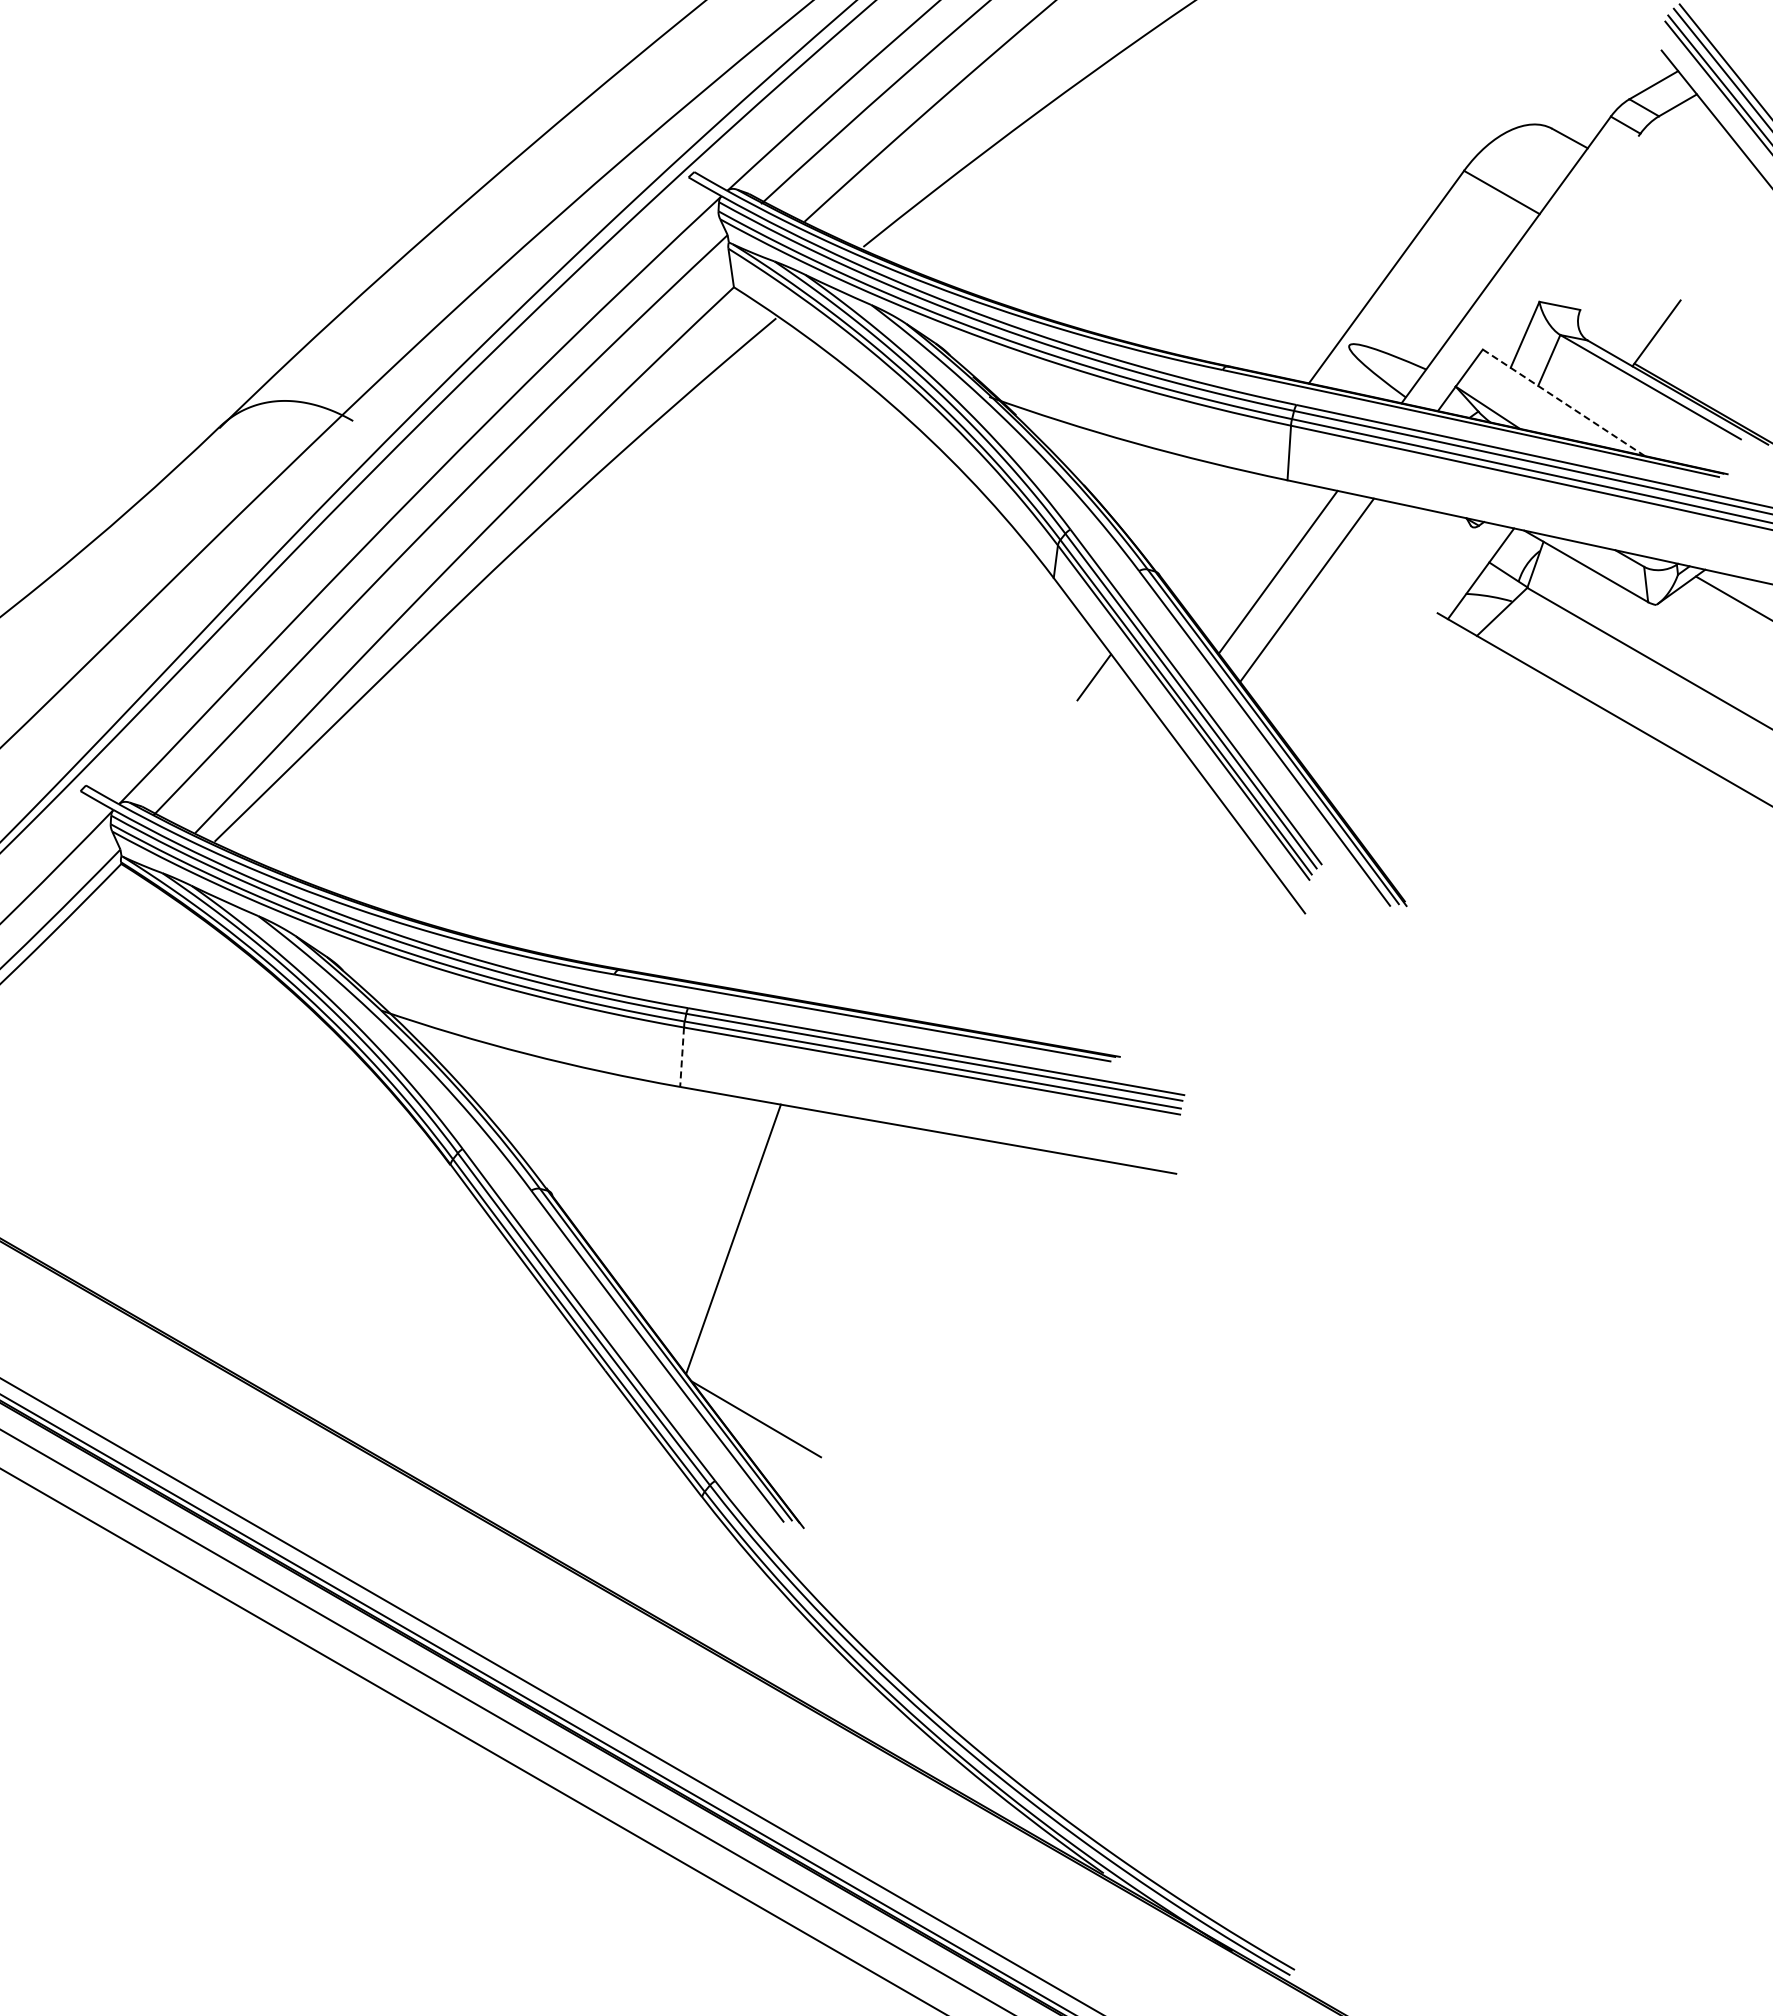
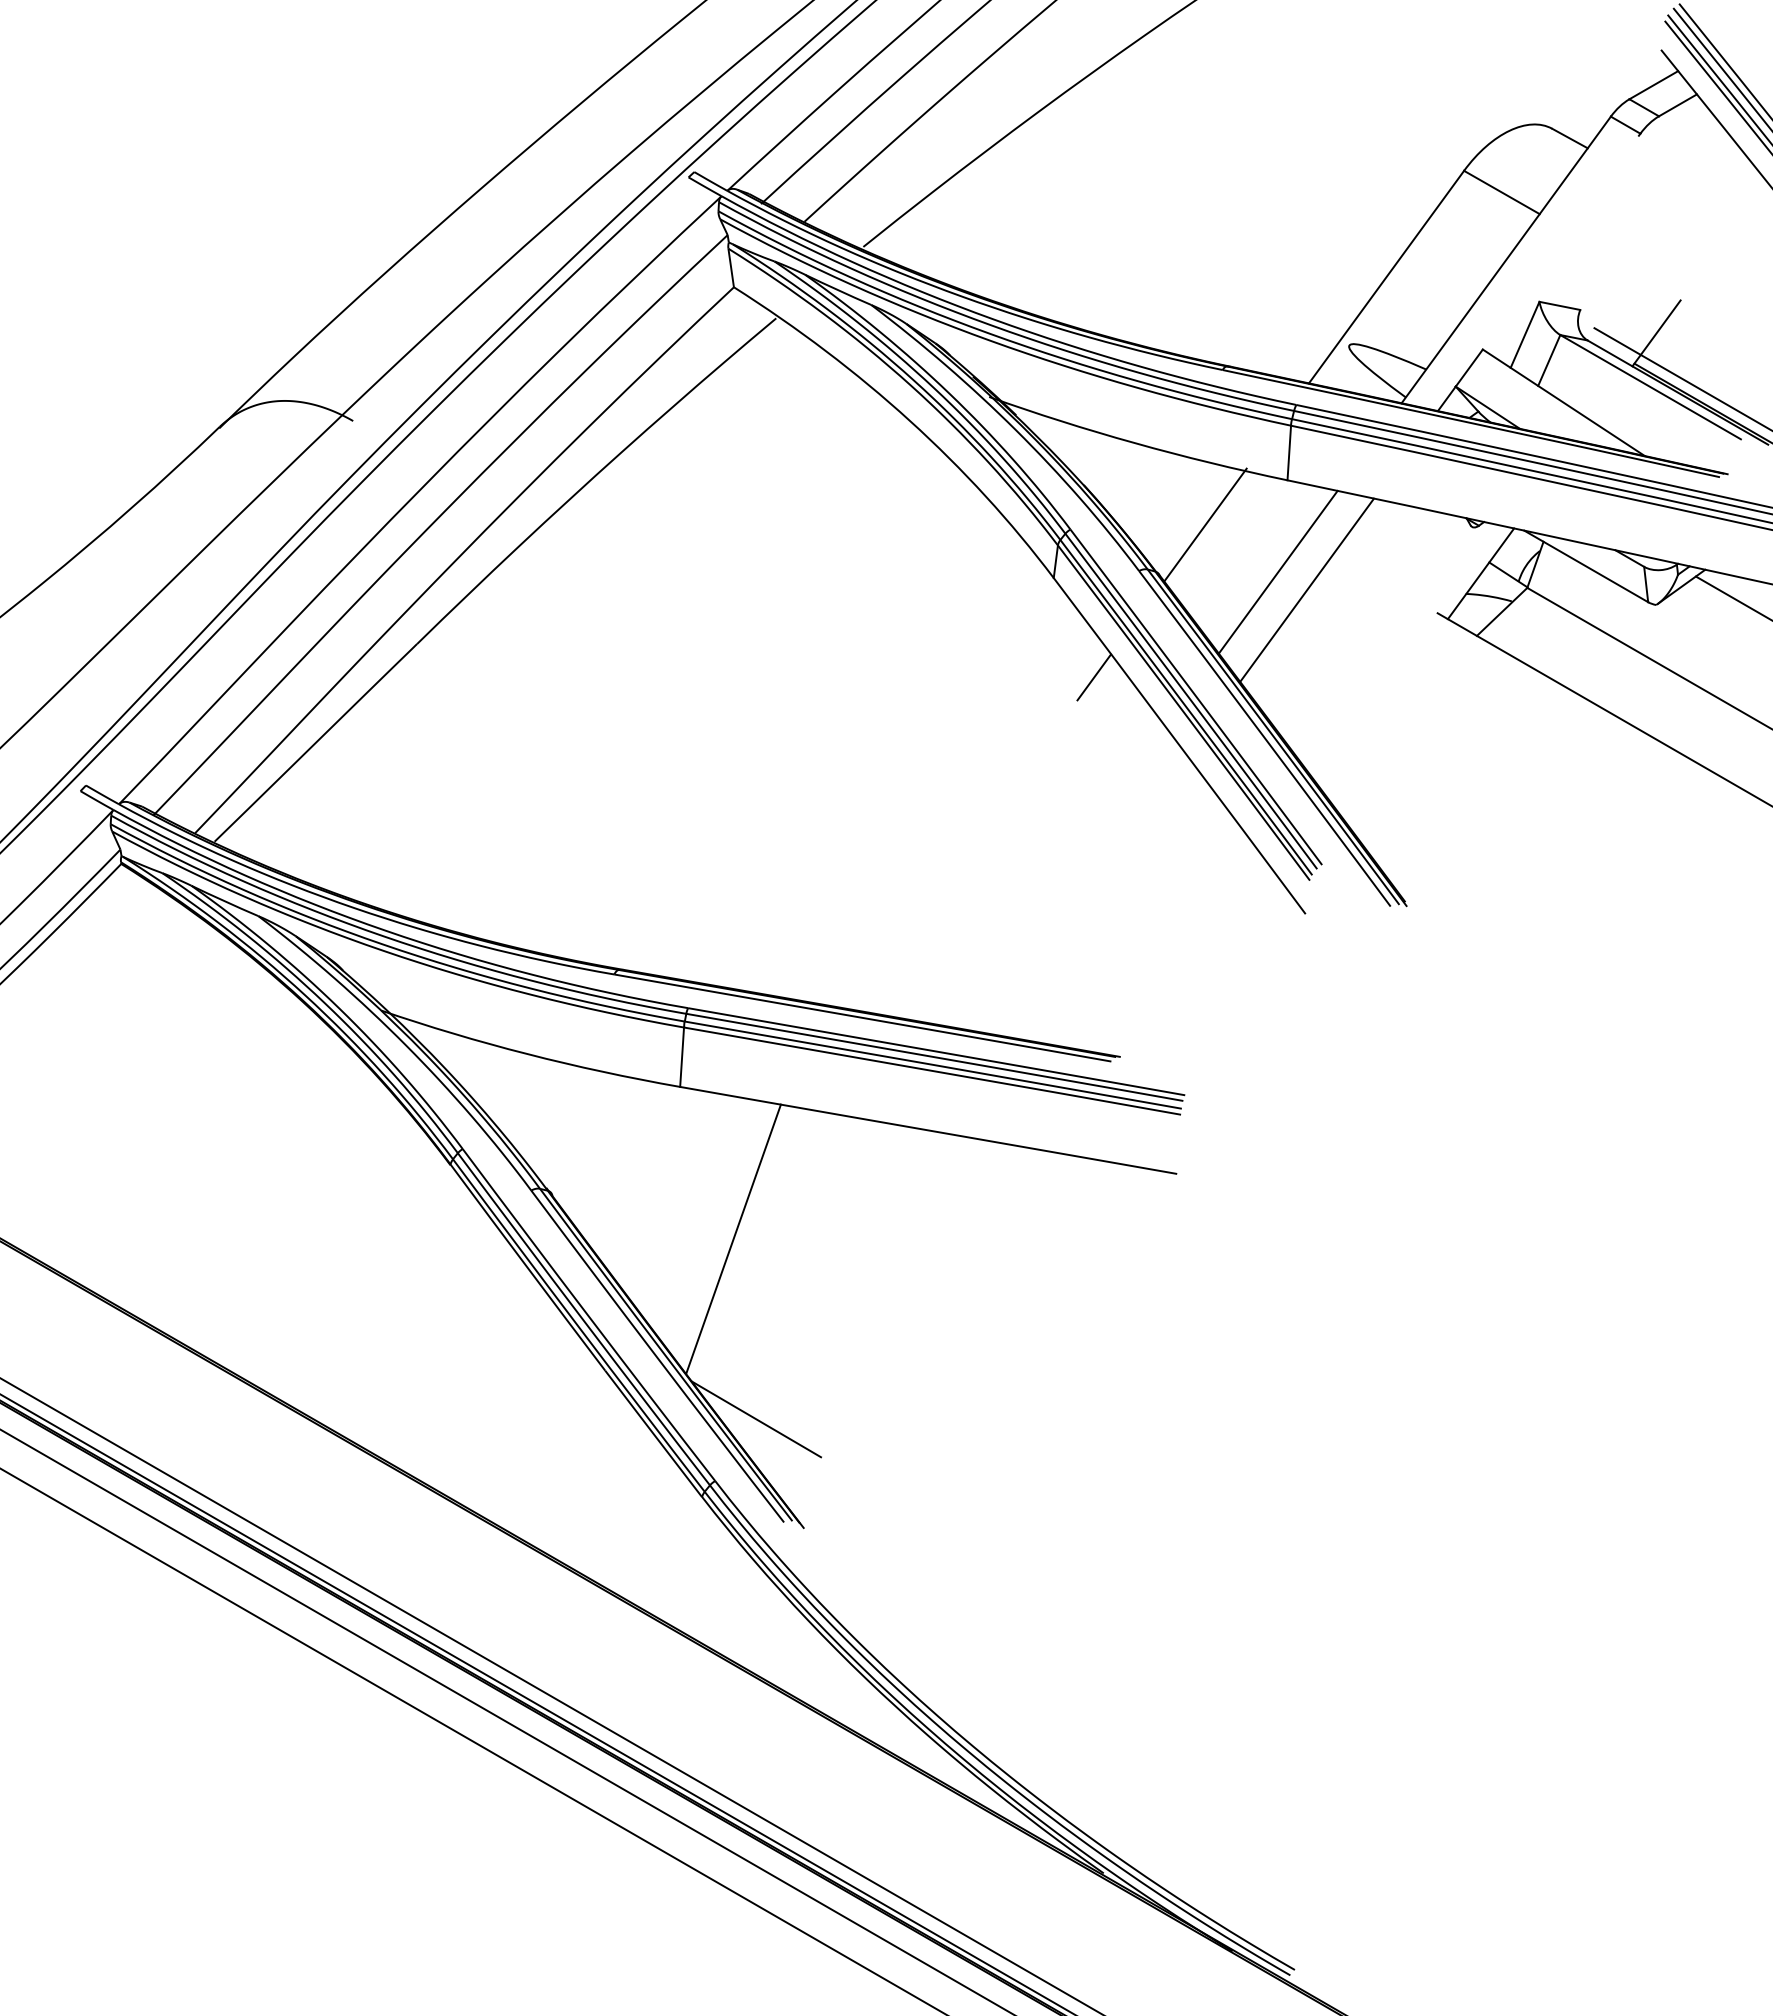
line at (1681, 378): none -> present
line at (1563, 402): dashed -> solid
line at (1205, 524): none -> present
line at (682, 1057): dashed -> solid
